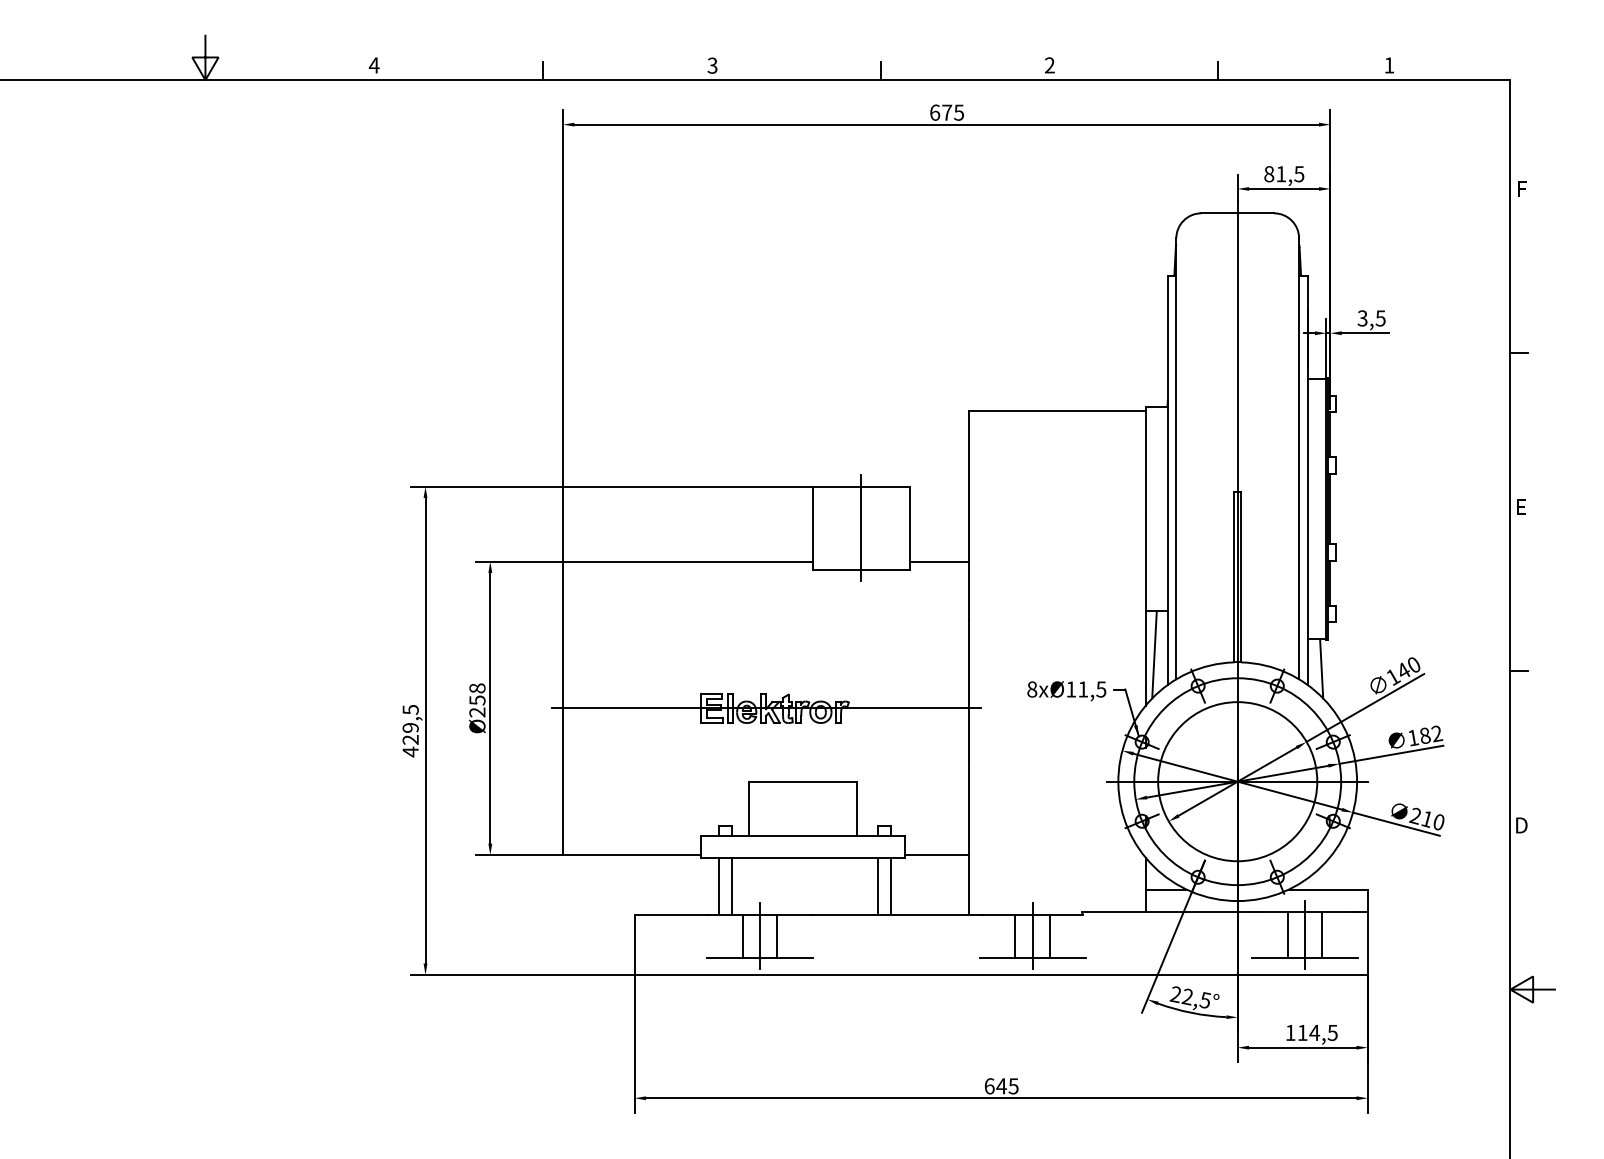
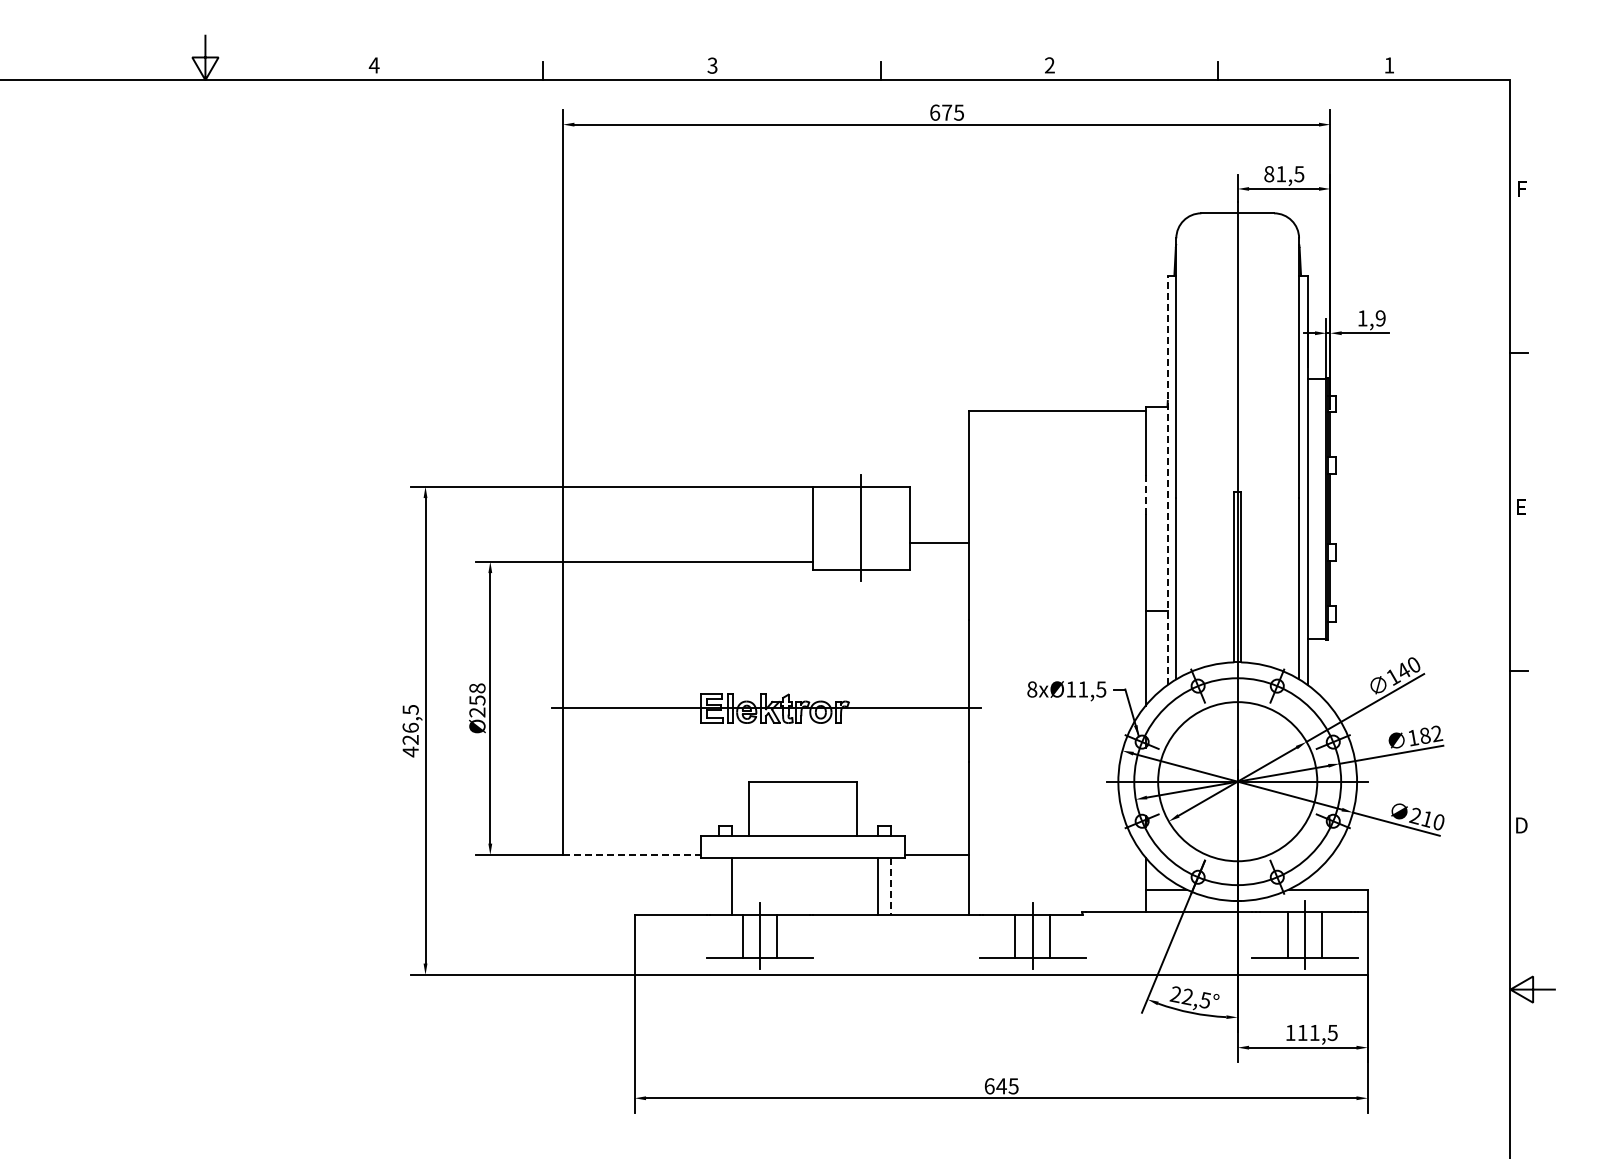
text at (1371, 318): 3,5 -> 1,9
line at (1167, 480): solid -> dashed
line at (1145, 495): solid -> dashed
line at (939, 561) position: (939, 561) -> (939, 542)
line at (1154, 654): present -> none
line at (1321, 668): present -> none
text at (410, 727): 429,5 -> 426,5
line at (631, 855): solid -> dashed
line at (718, 886): present -> none
line at (890, 887): solid -> dashed
text at (1314, 1032): 114,5 -> 111,5
